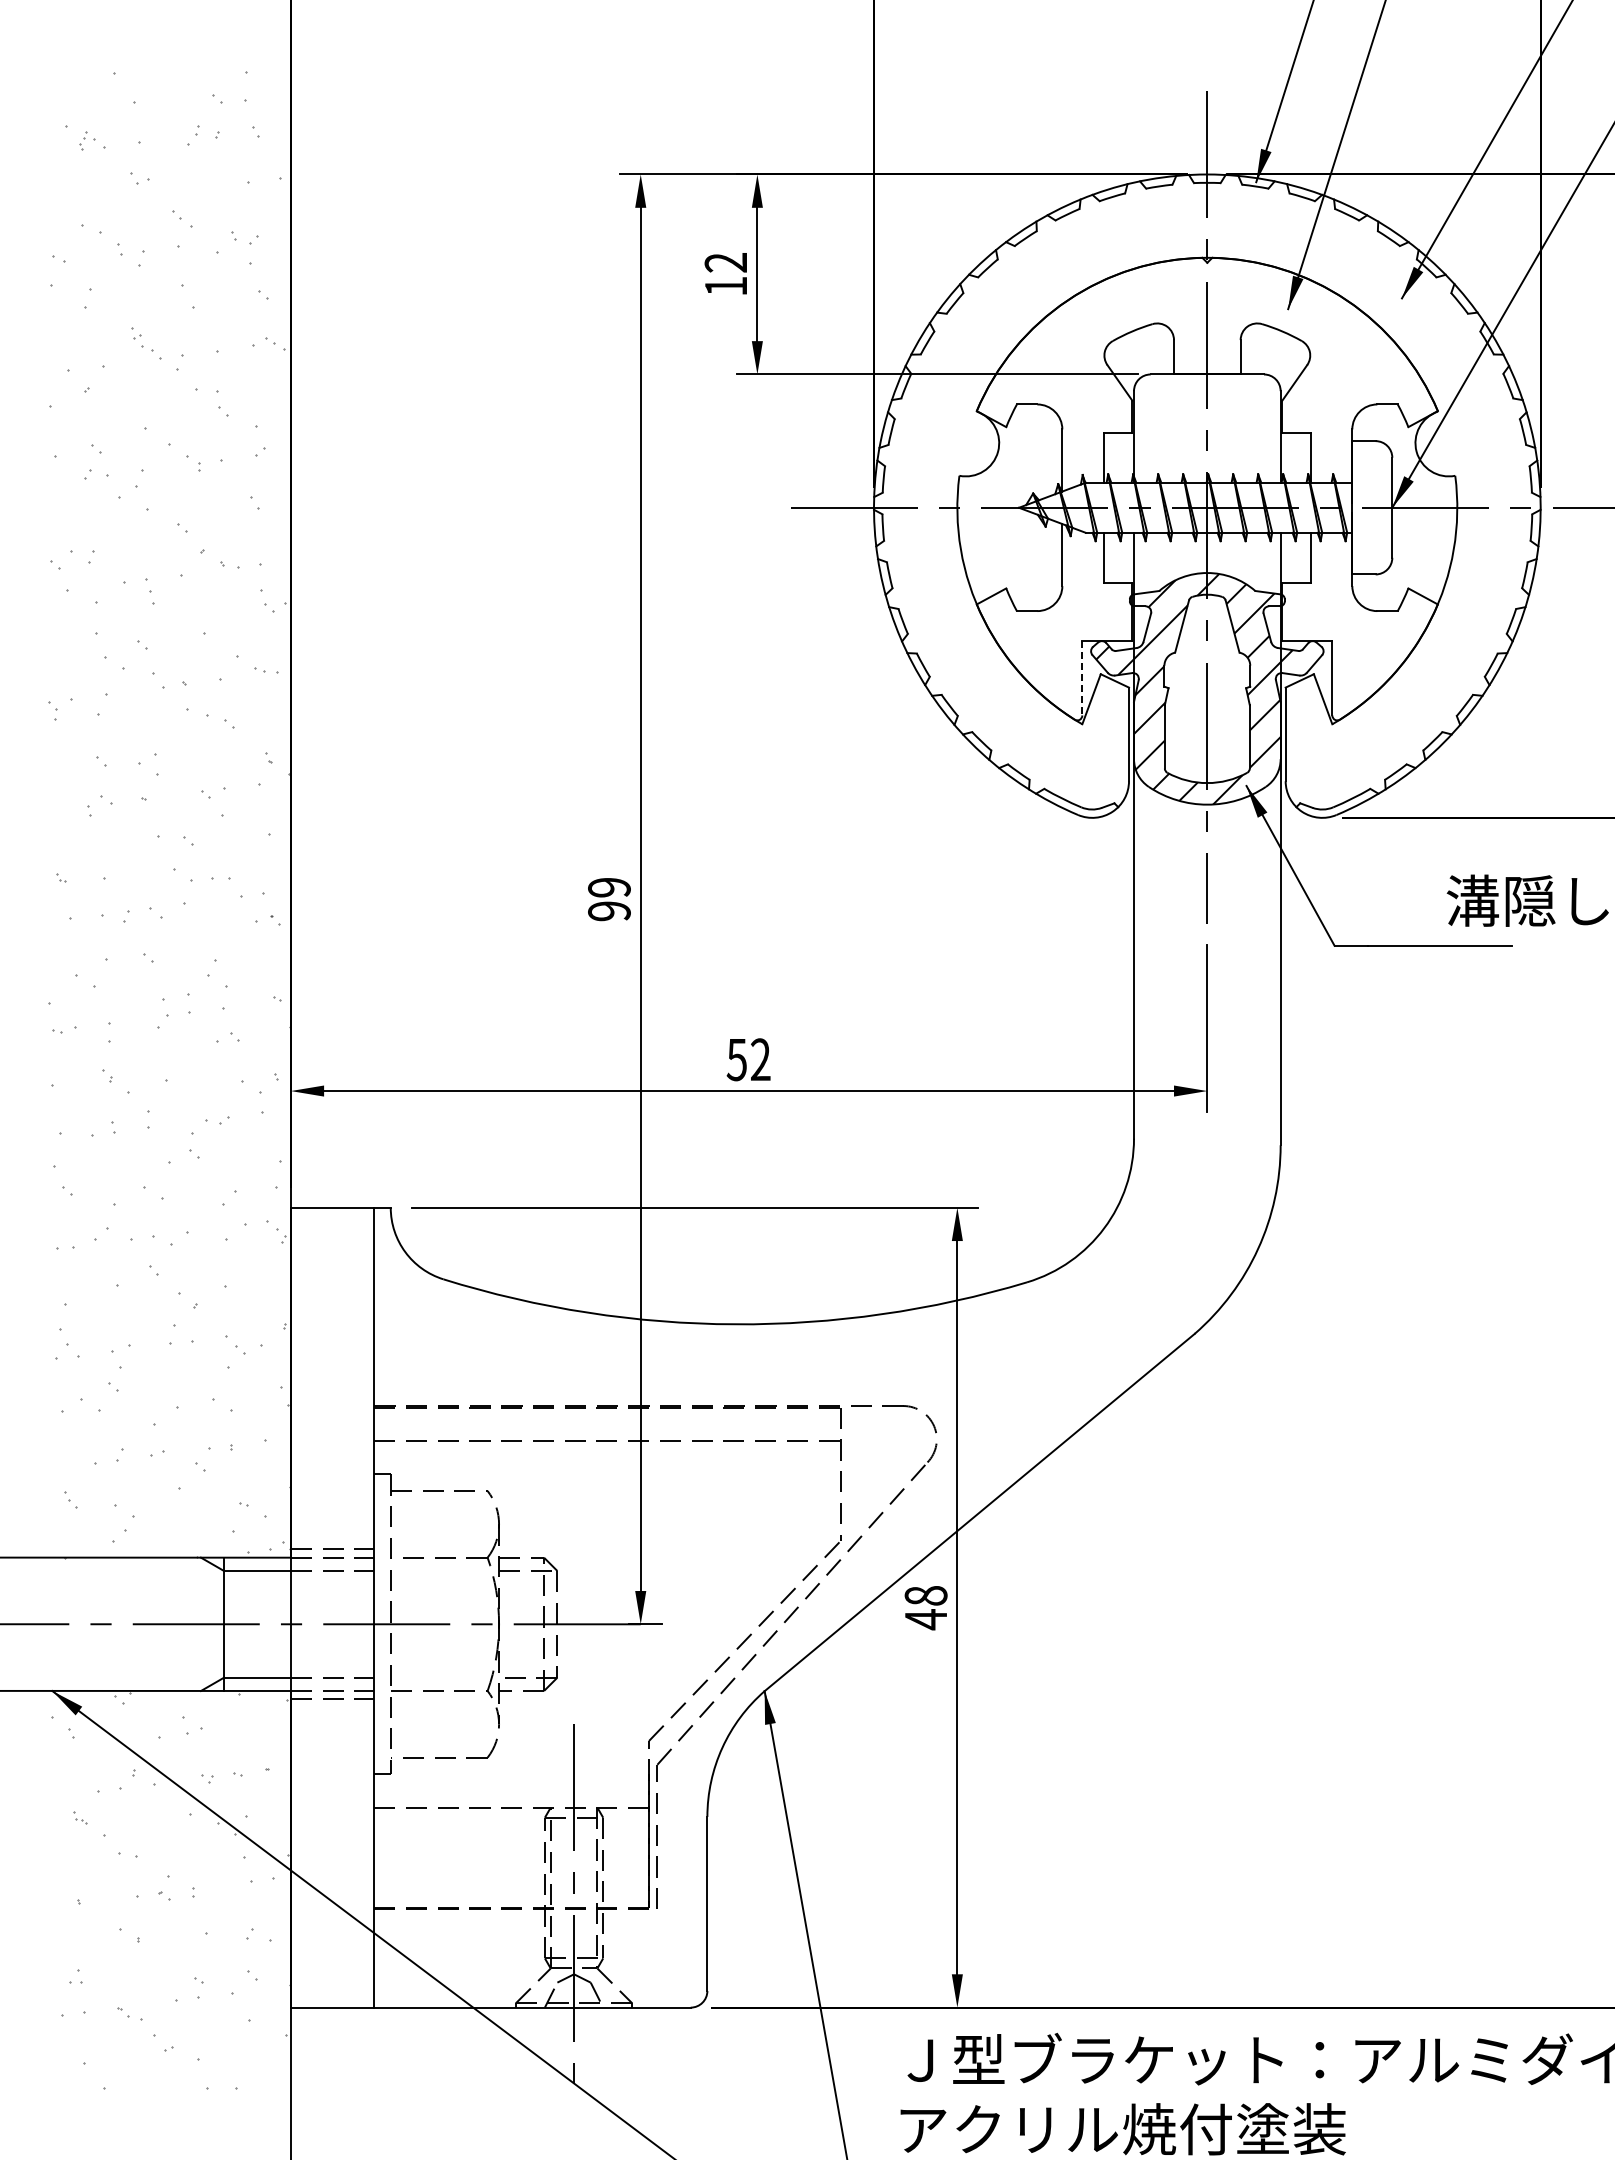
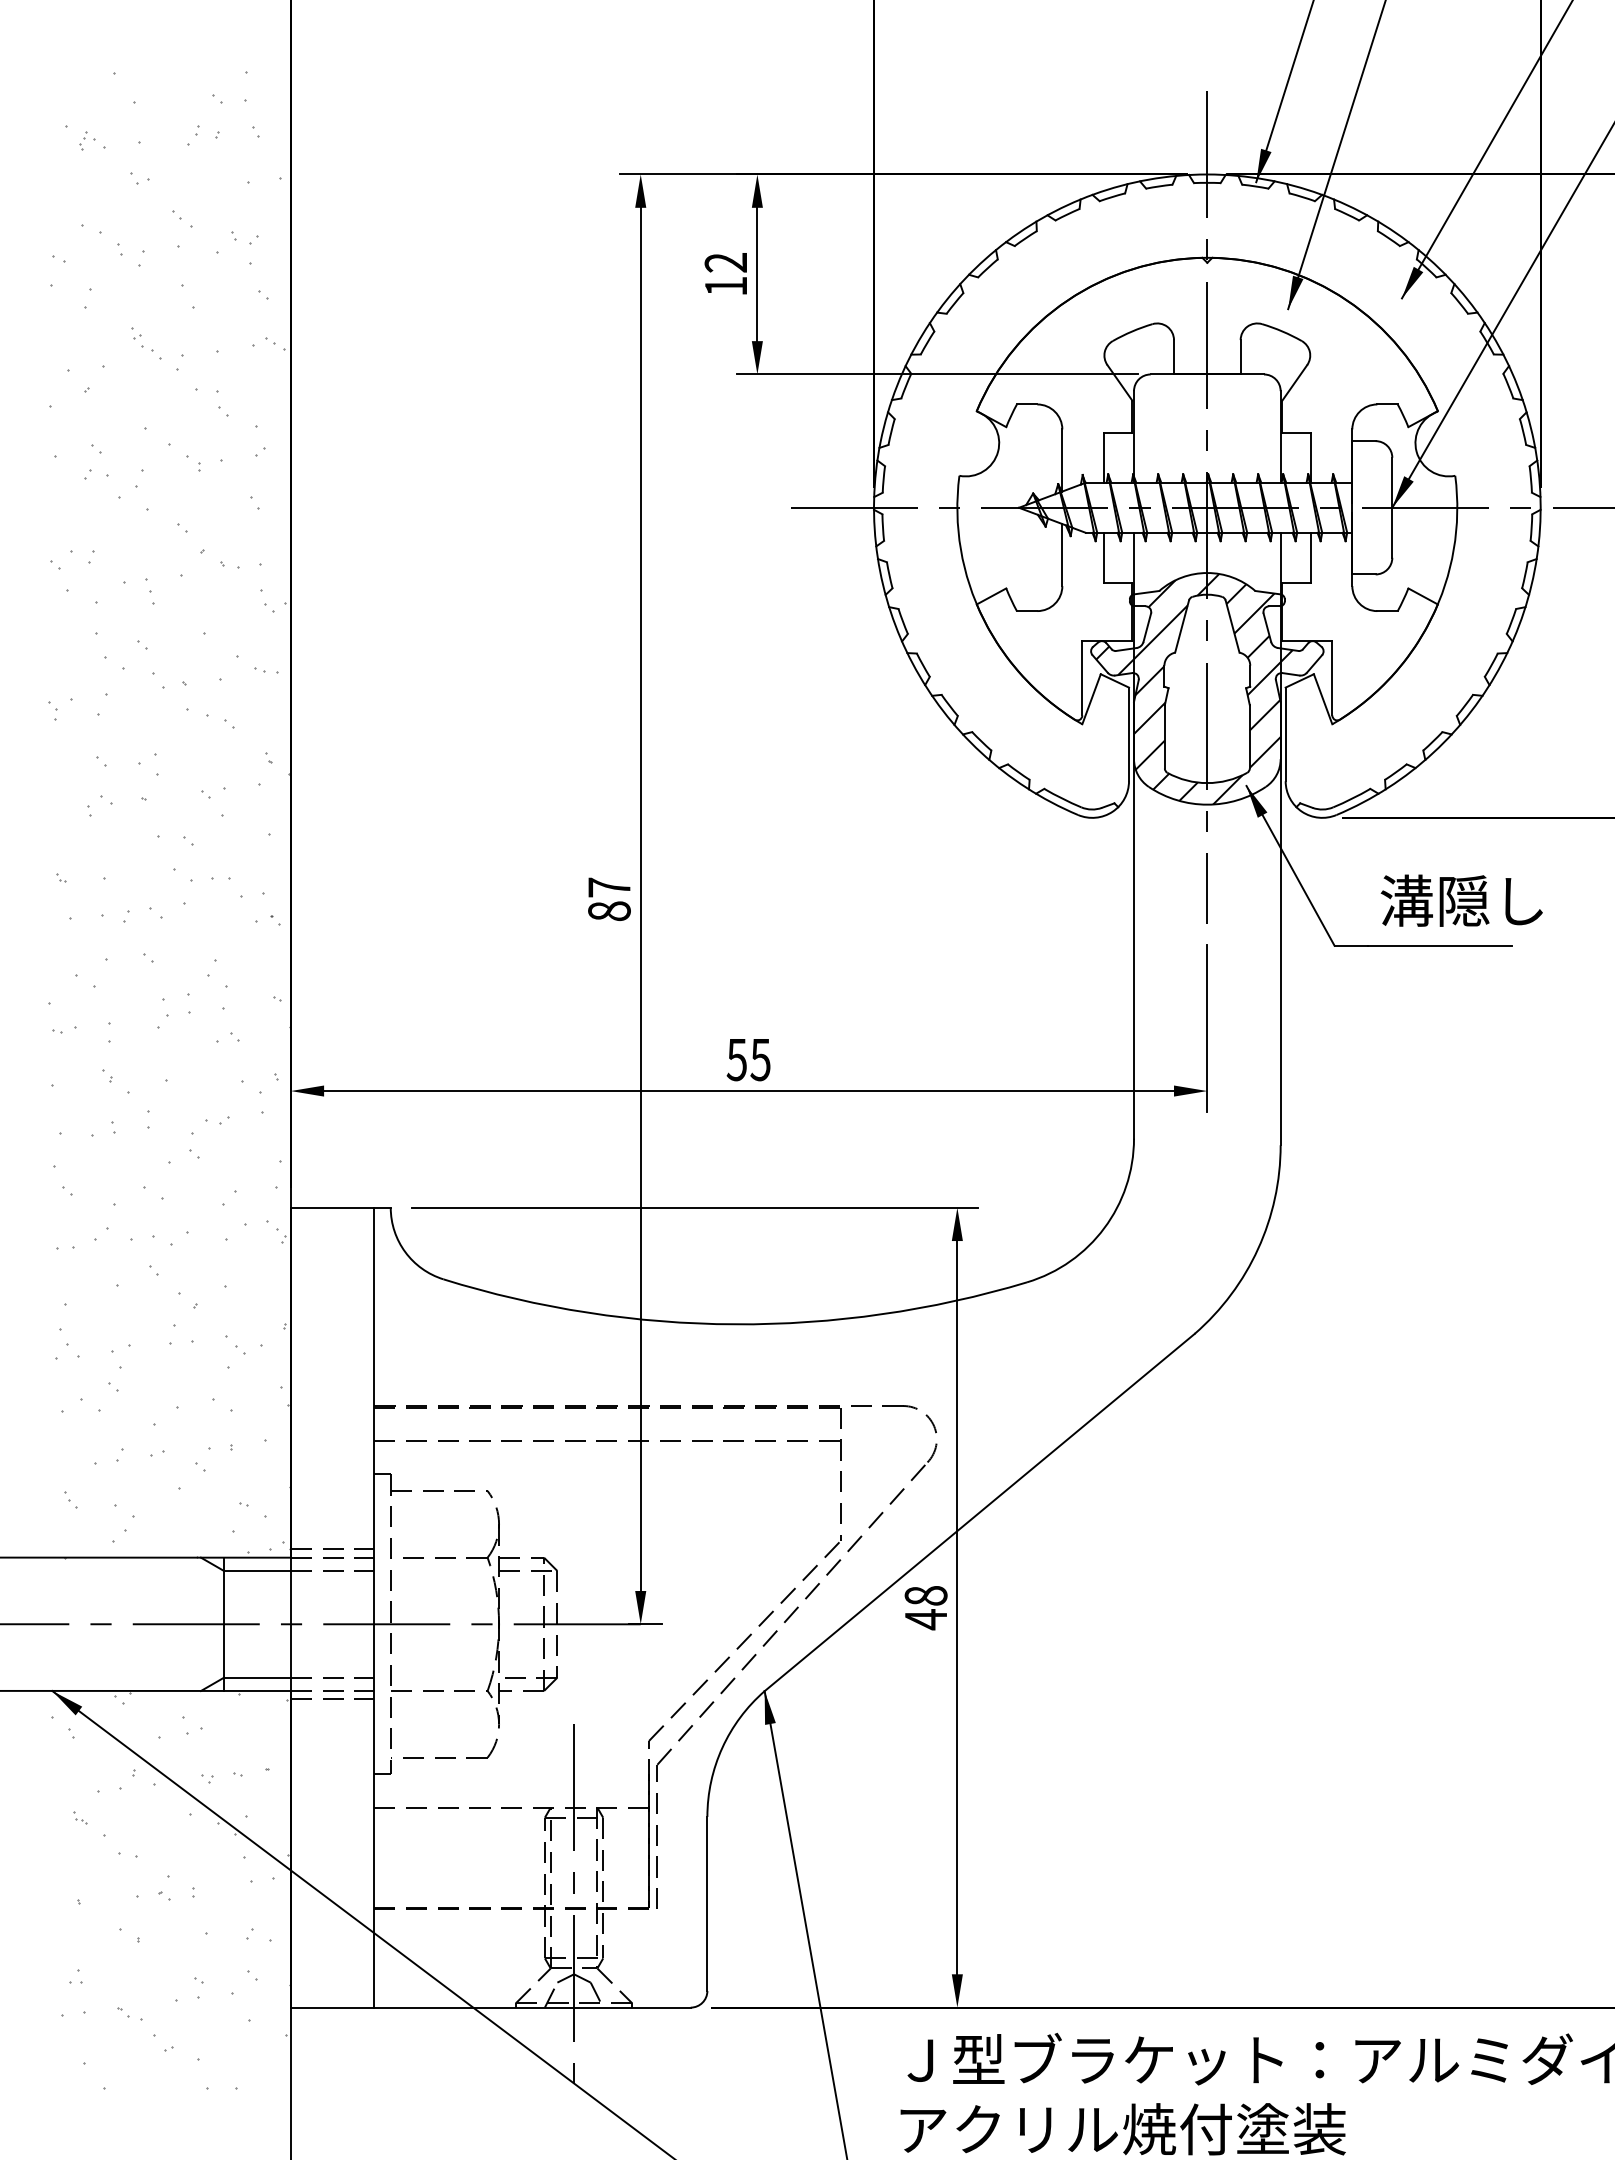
line at (1082, 678): dashed -> solid
text at (609, 899): 99 -> 87
text at (1527, 900) position: (1527, 900) -> (1461, 900)
text at (760, 1059): 52 -> 55
